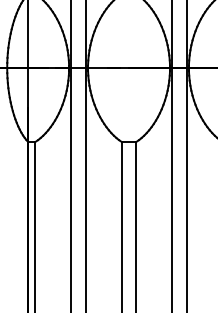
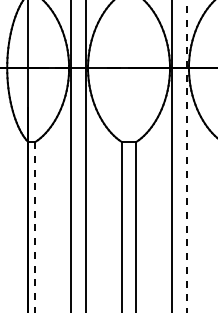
line at (186, 156): solid -> dashed
line at (35, 226): solid -> dashed
